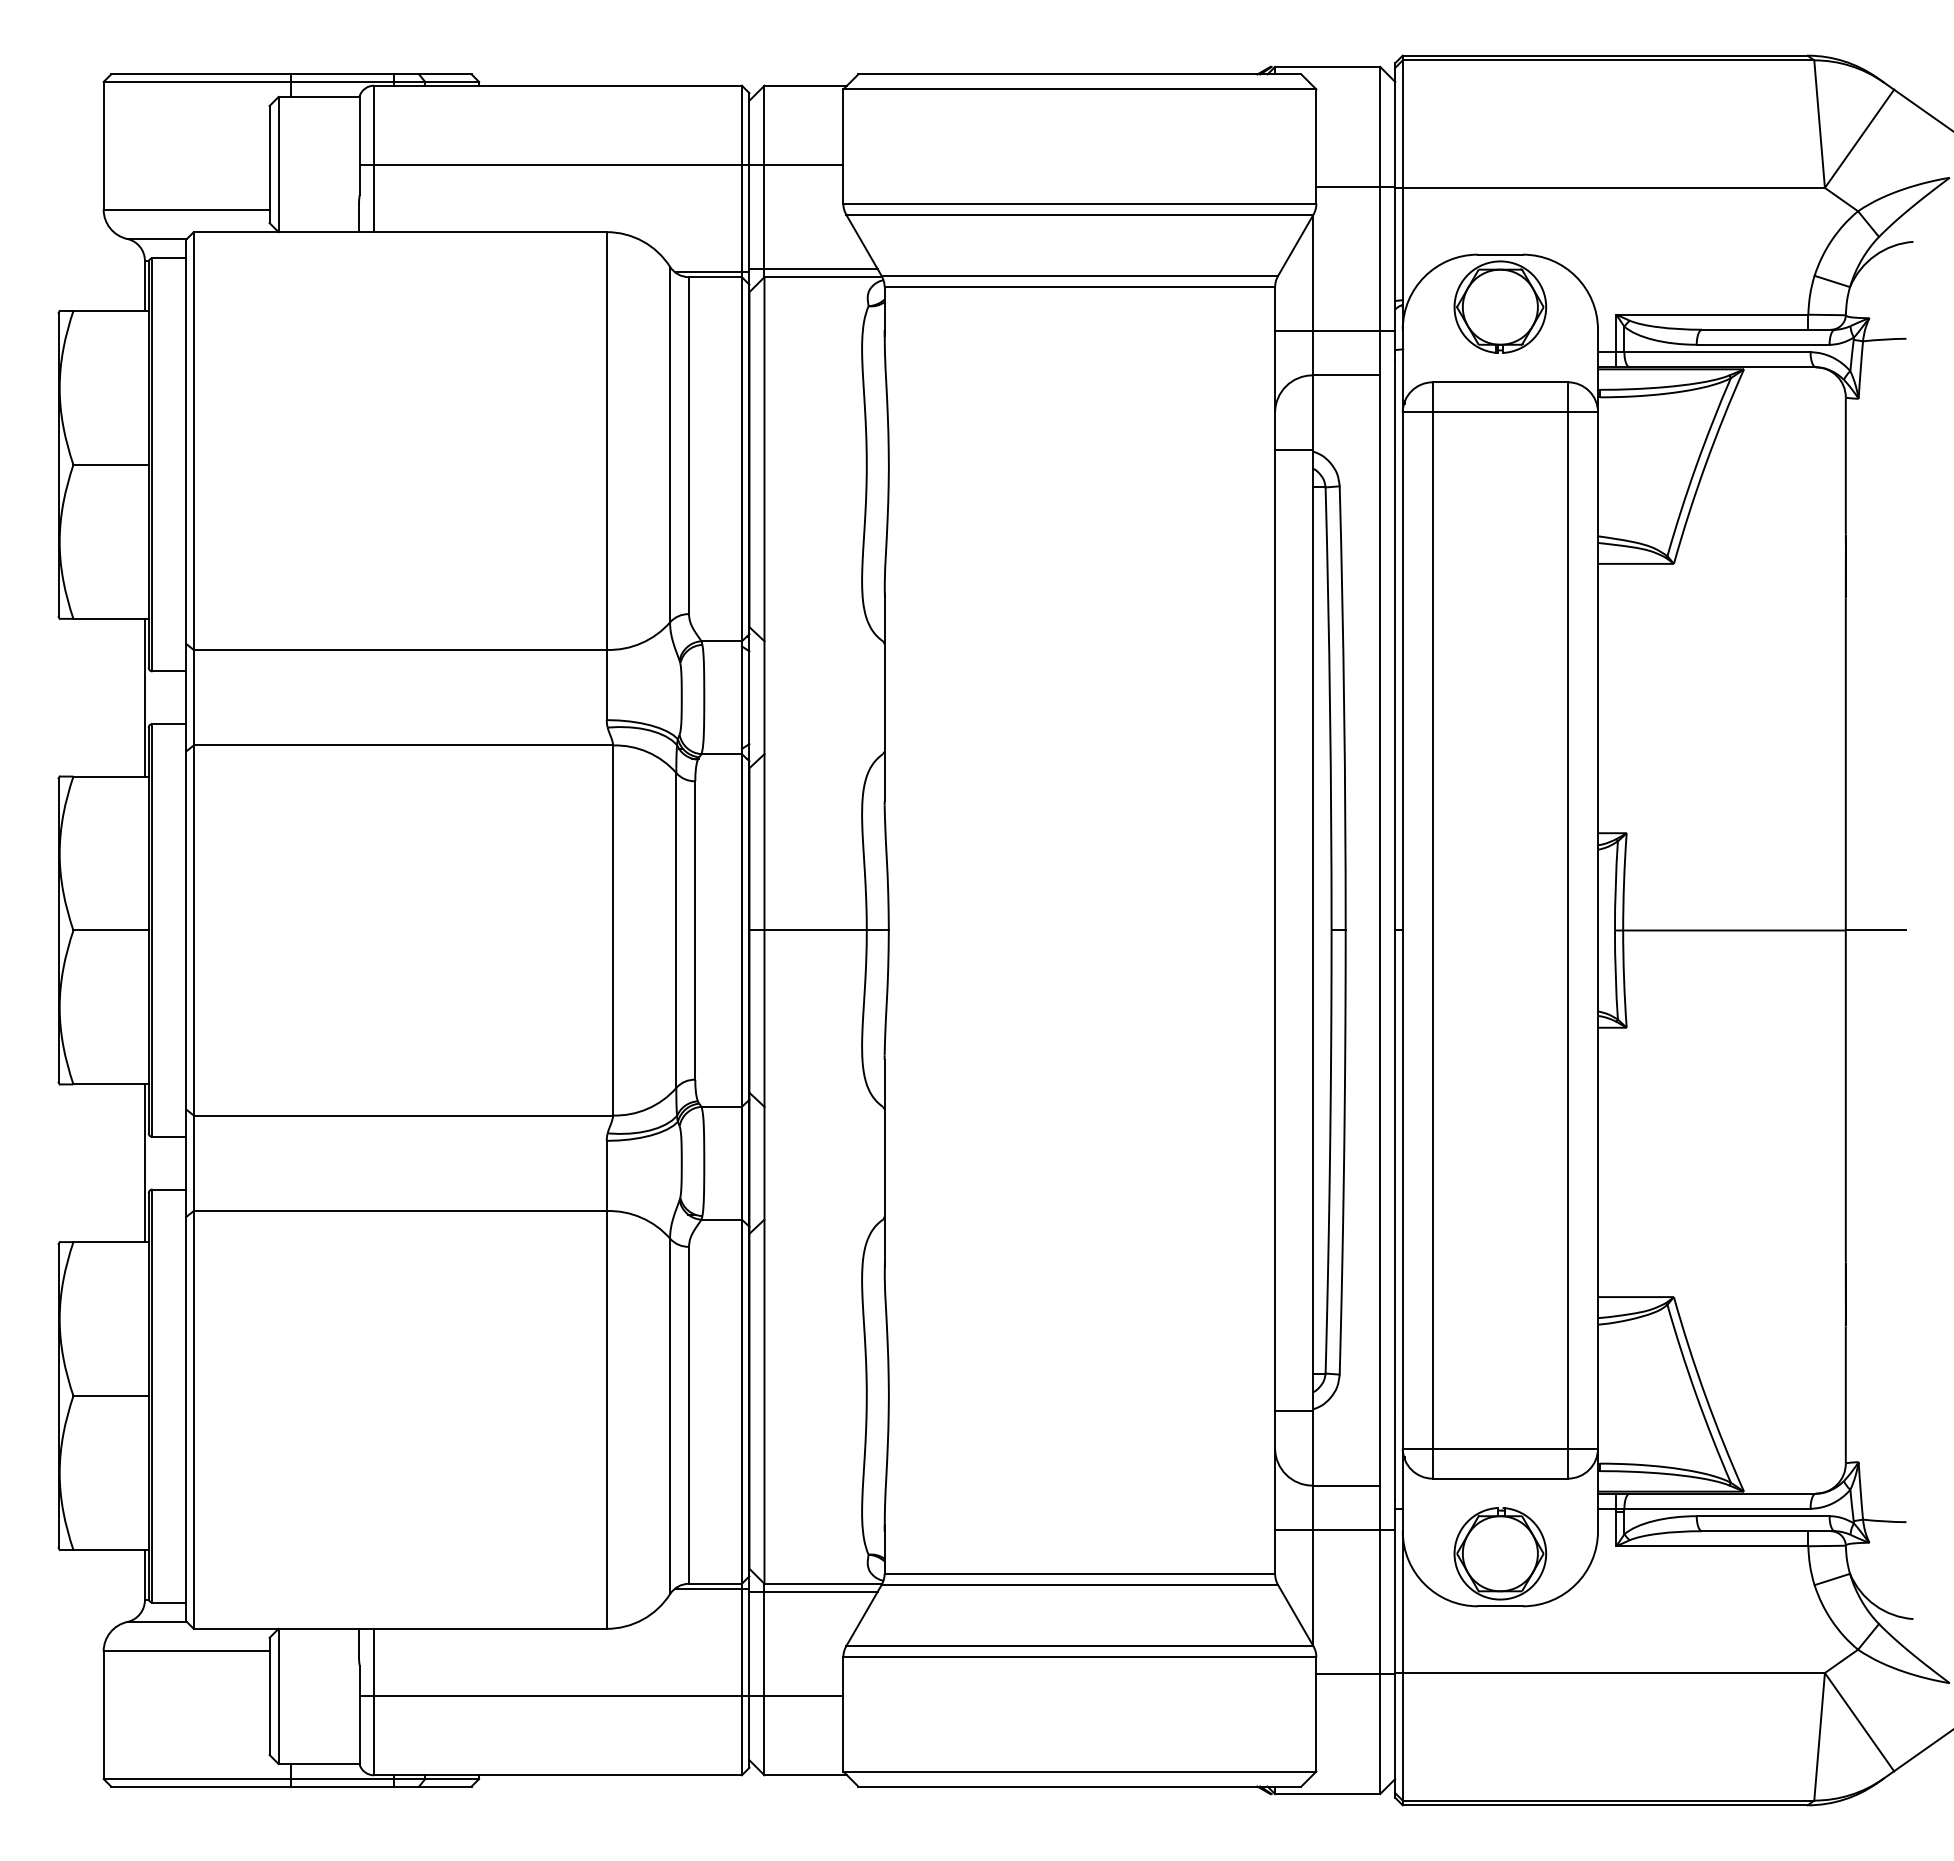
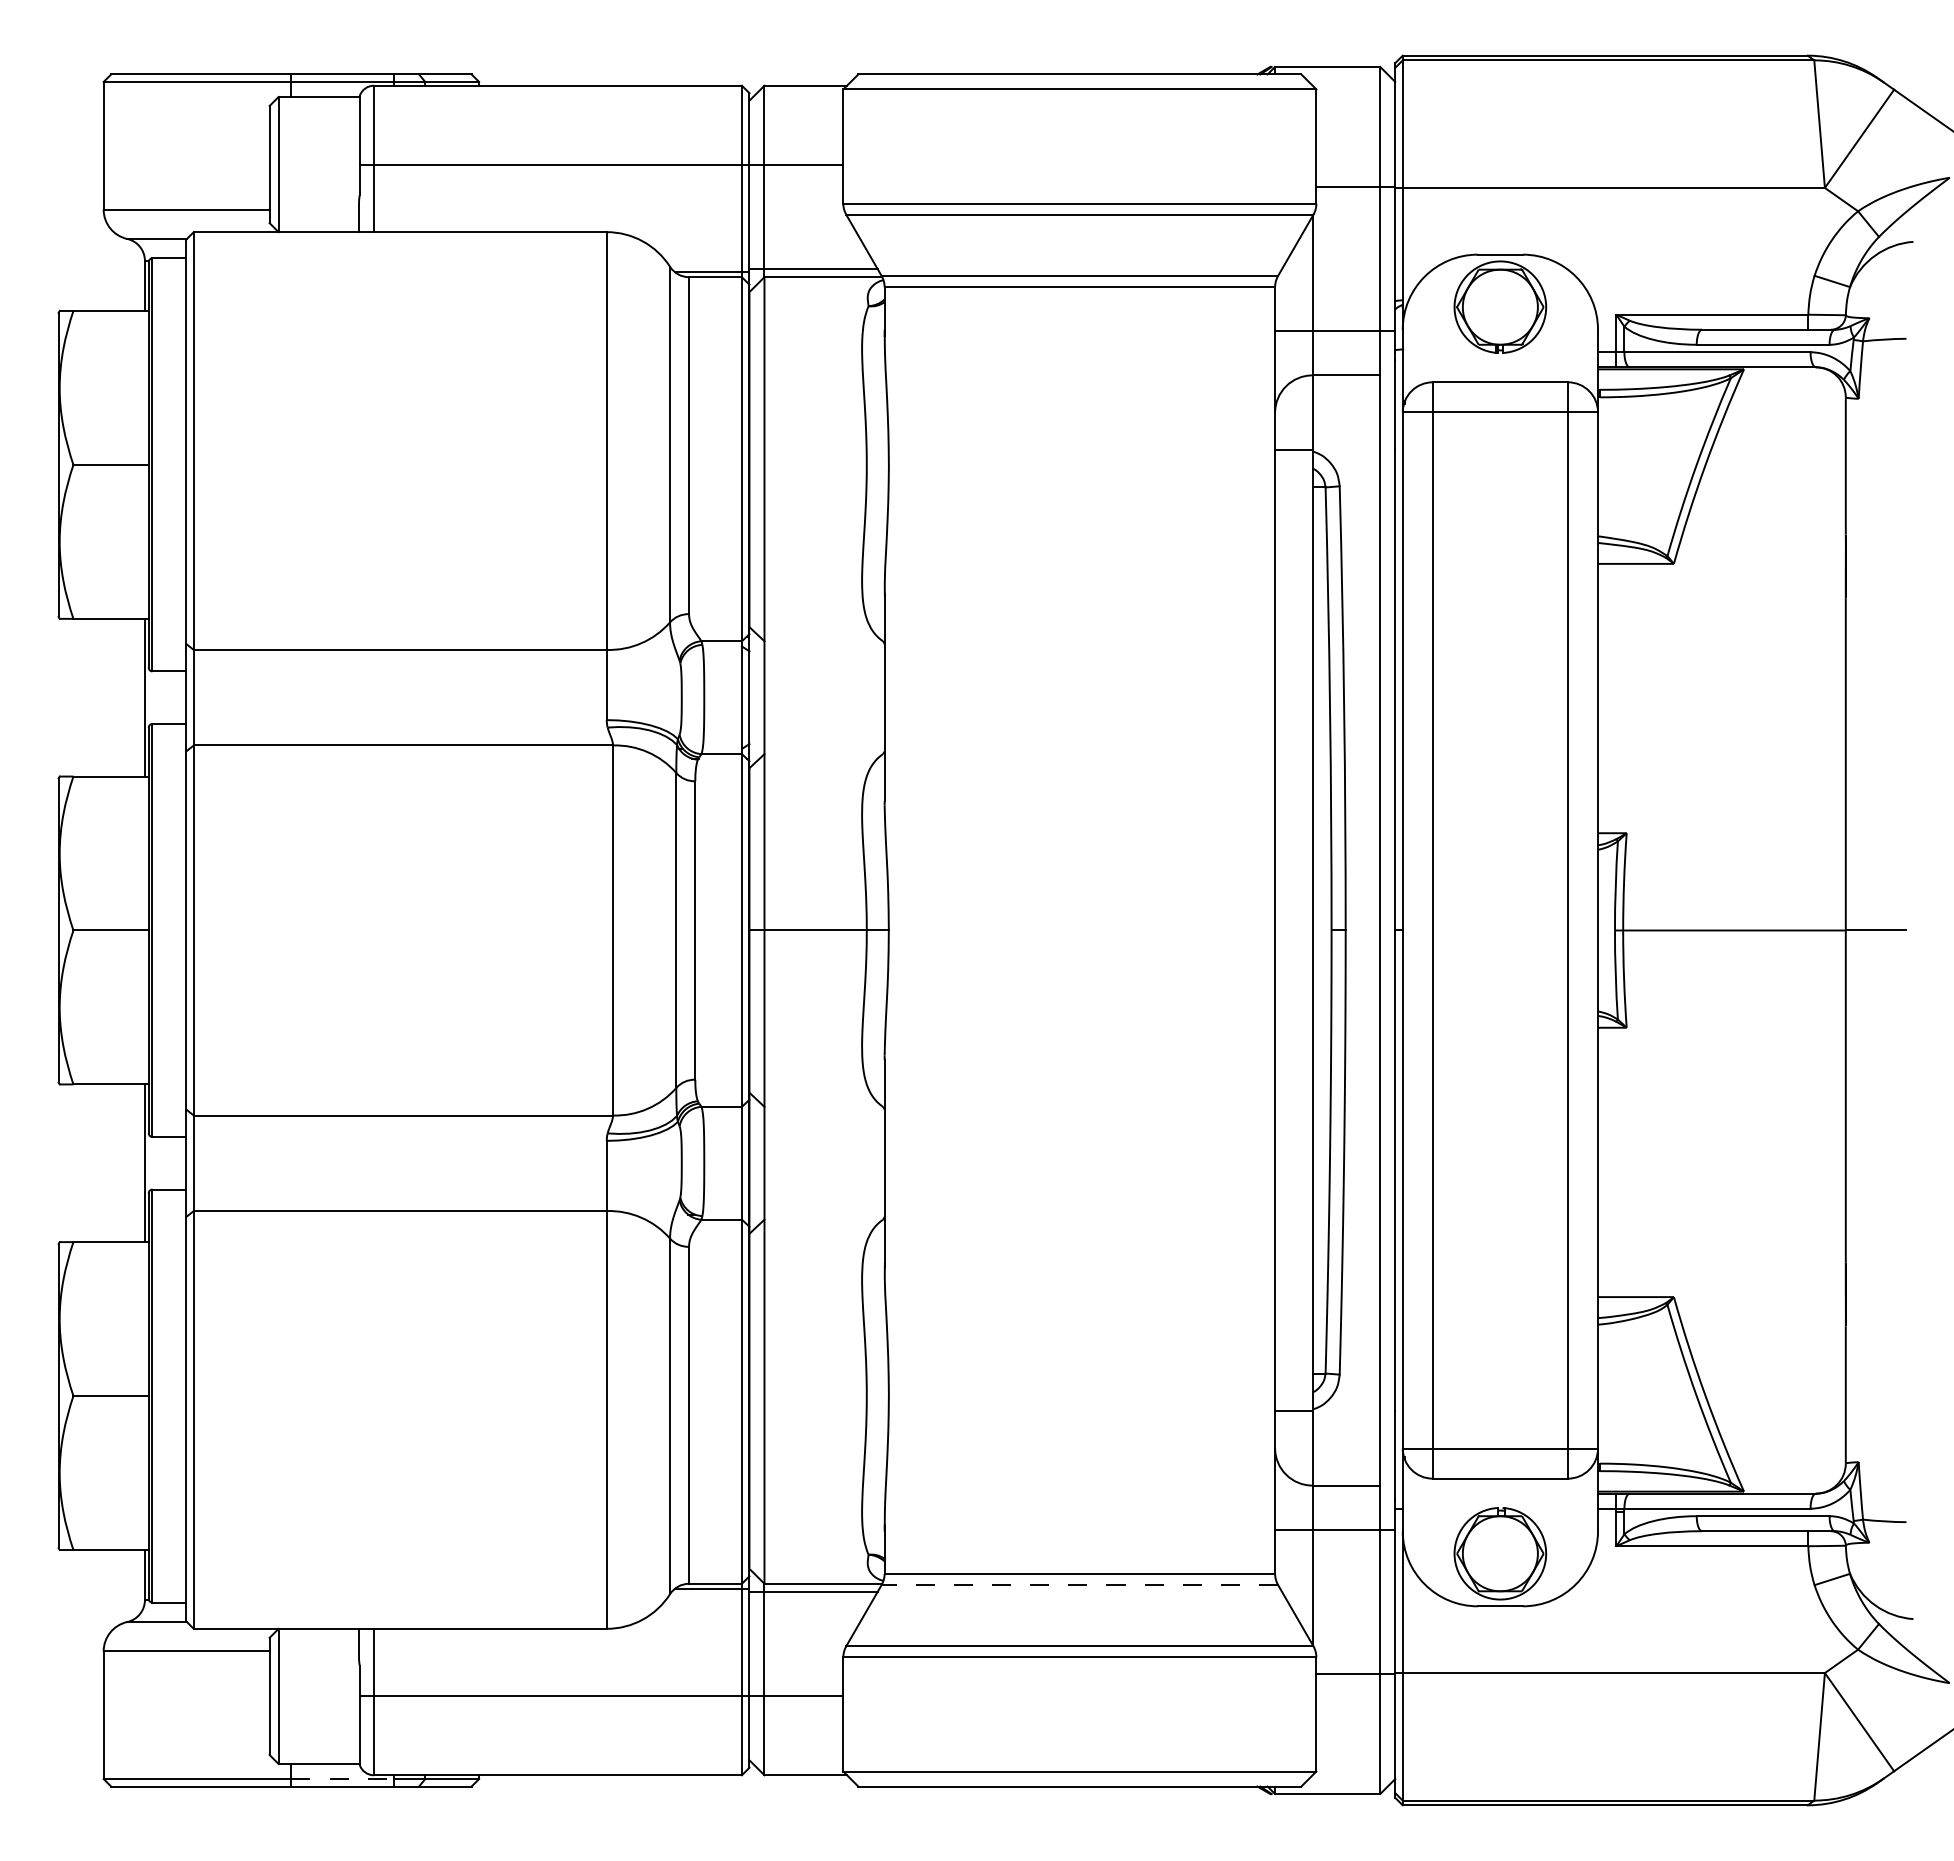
line at (1079, 1585): solid -> dashed
line at (342, 1779): solid -> dashed
